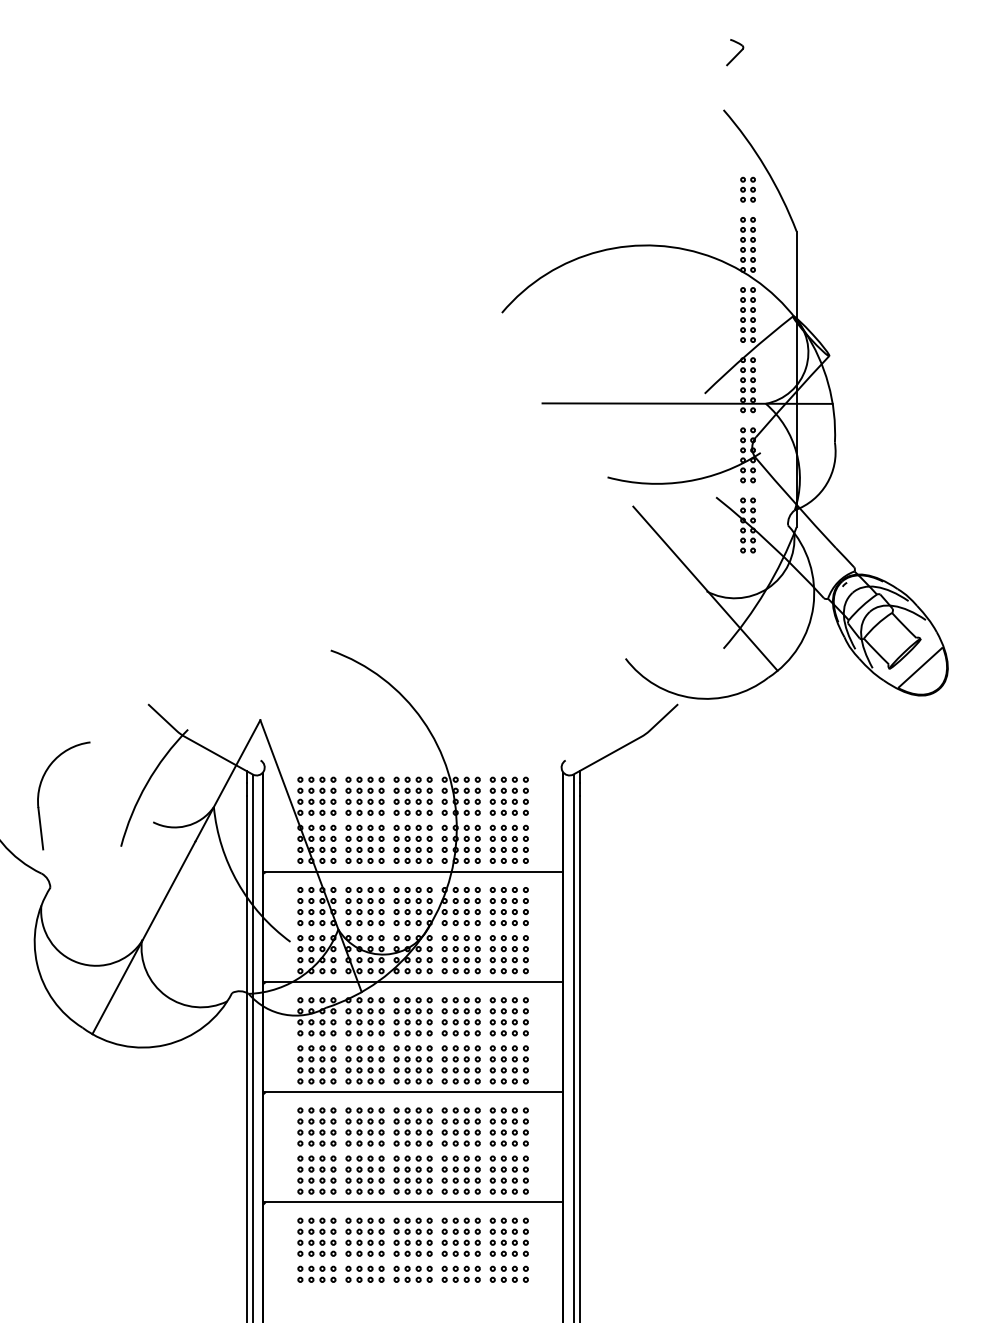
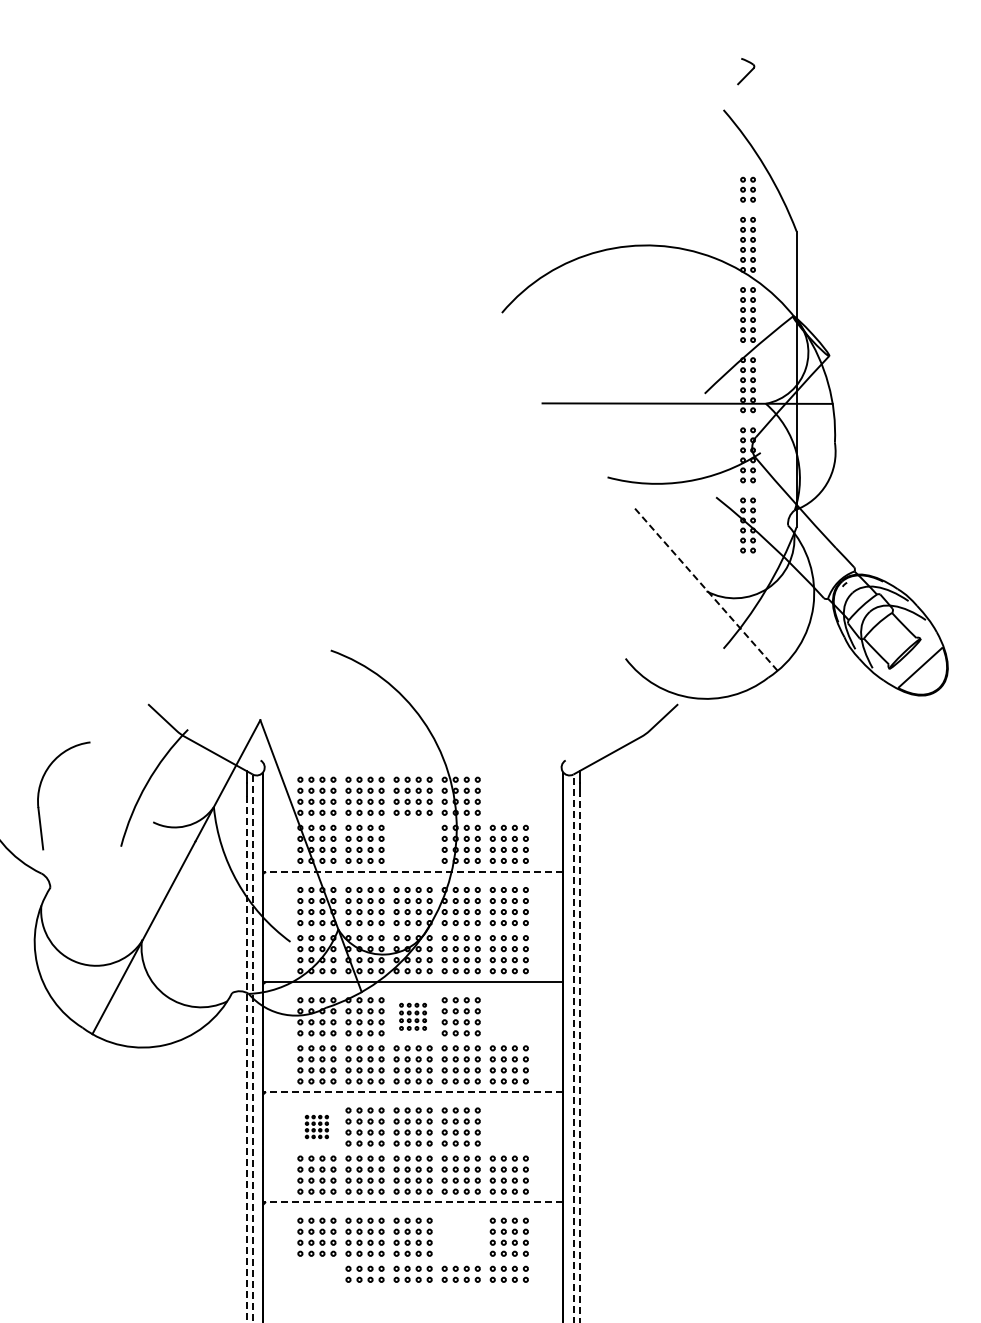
part at (735, 52) position: (735, 52) -> (746, 71)
line at (705, 588): solid -> dashed
part at (508, 795): present -> none
part at (412, 843): present -> none
line at (412, 871): solid -> dashed
part at (412, 1016) size: 40x40 px -> 28x29 px
part at (508, 1016): present -> none
line at (252, 1048): solid -> dashed
line at (573, 1048): solid -> dashed
line at (579, 1059): solid -> dashed
line at (246, 1060): solid -> dashed
line at (412, 1092): solid -> dashed
part at (316, 1126) size: 40x40 px -> 25x25 px
part at (508, 1126): present -> none
line at (412, 1202): solid -> dashed
part at (460, 1236): present -> none
part at (316, 1273): present -> none
